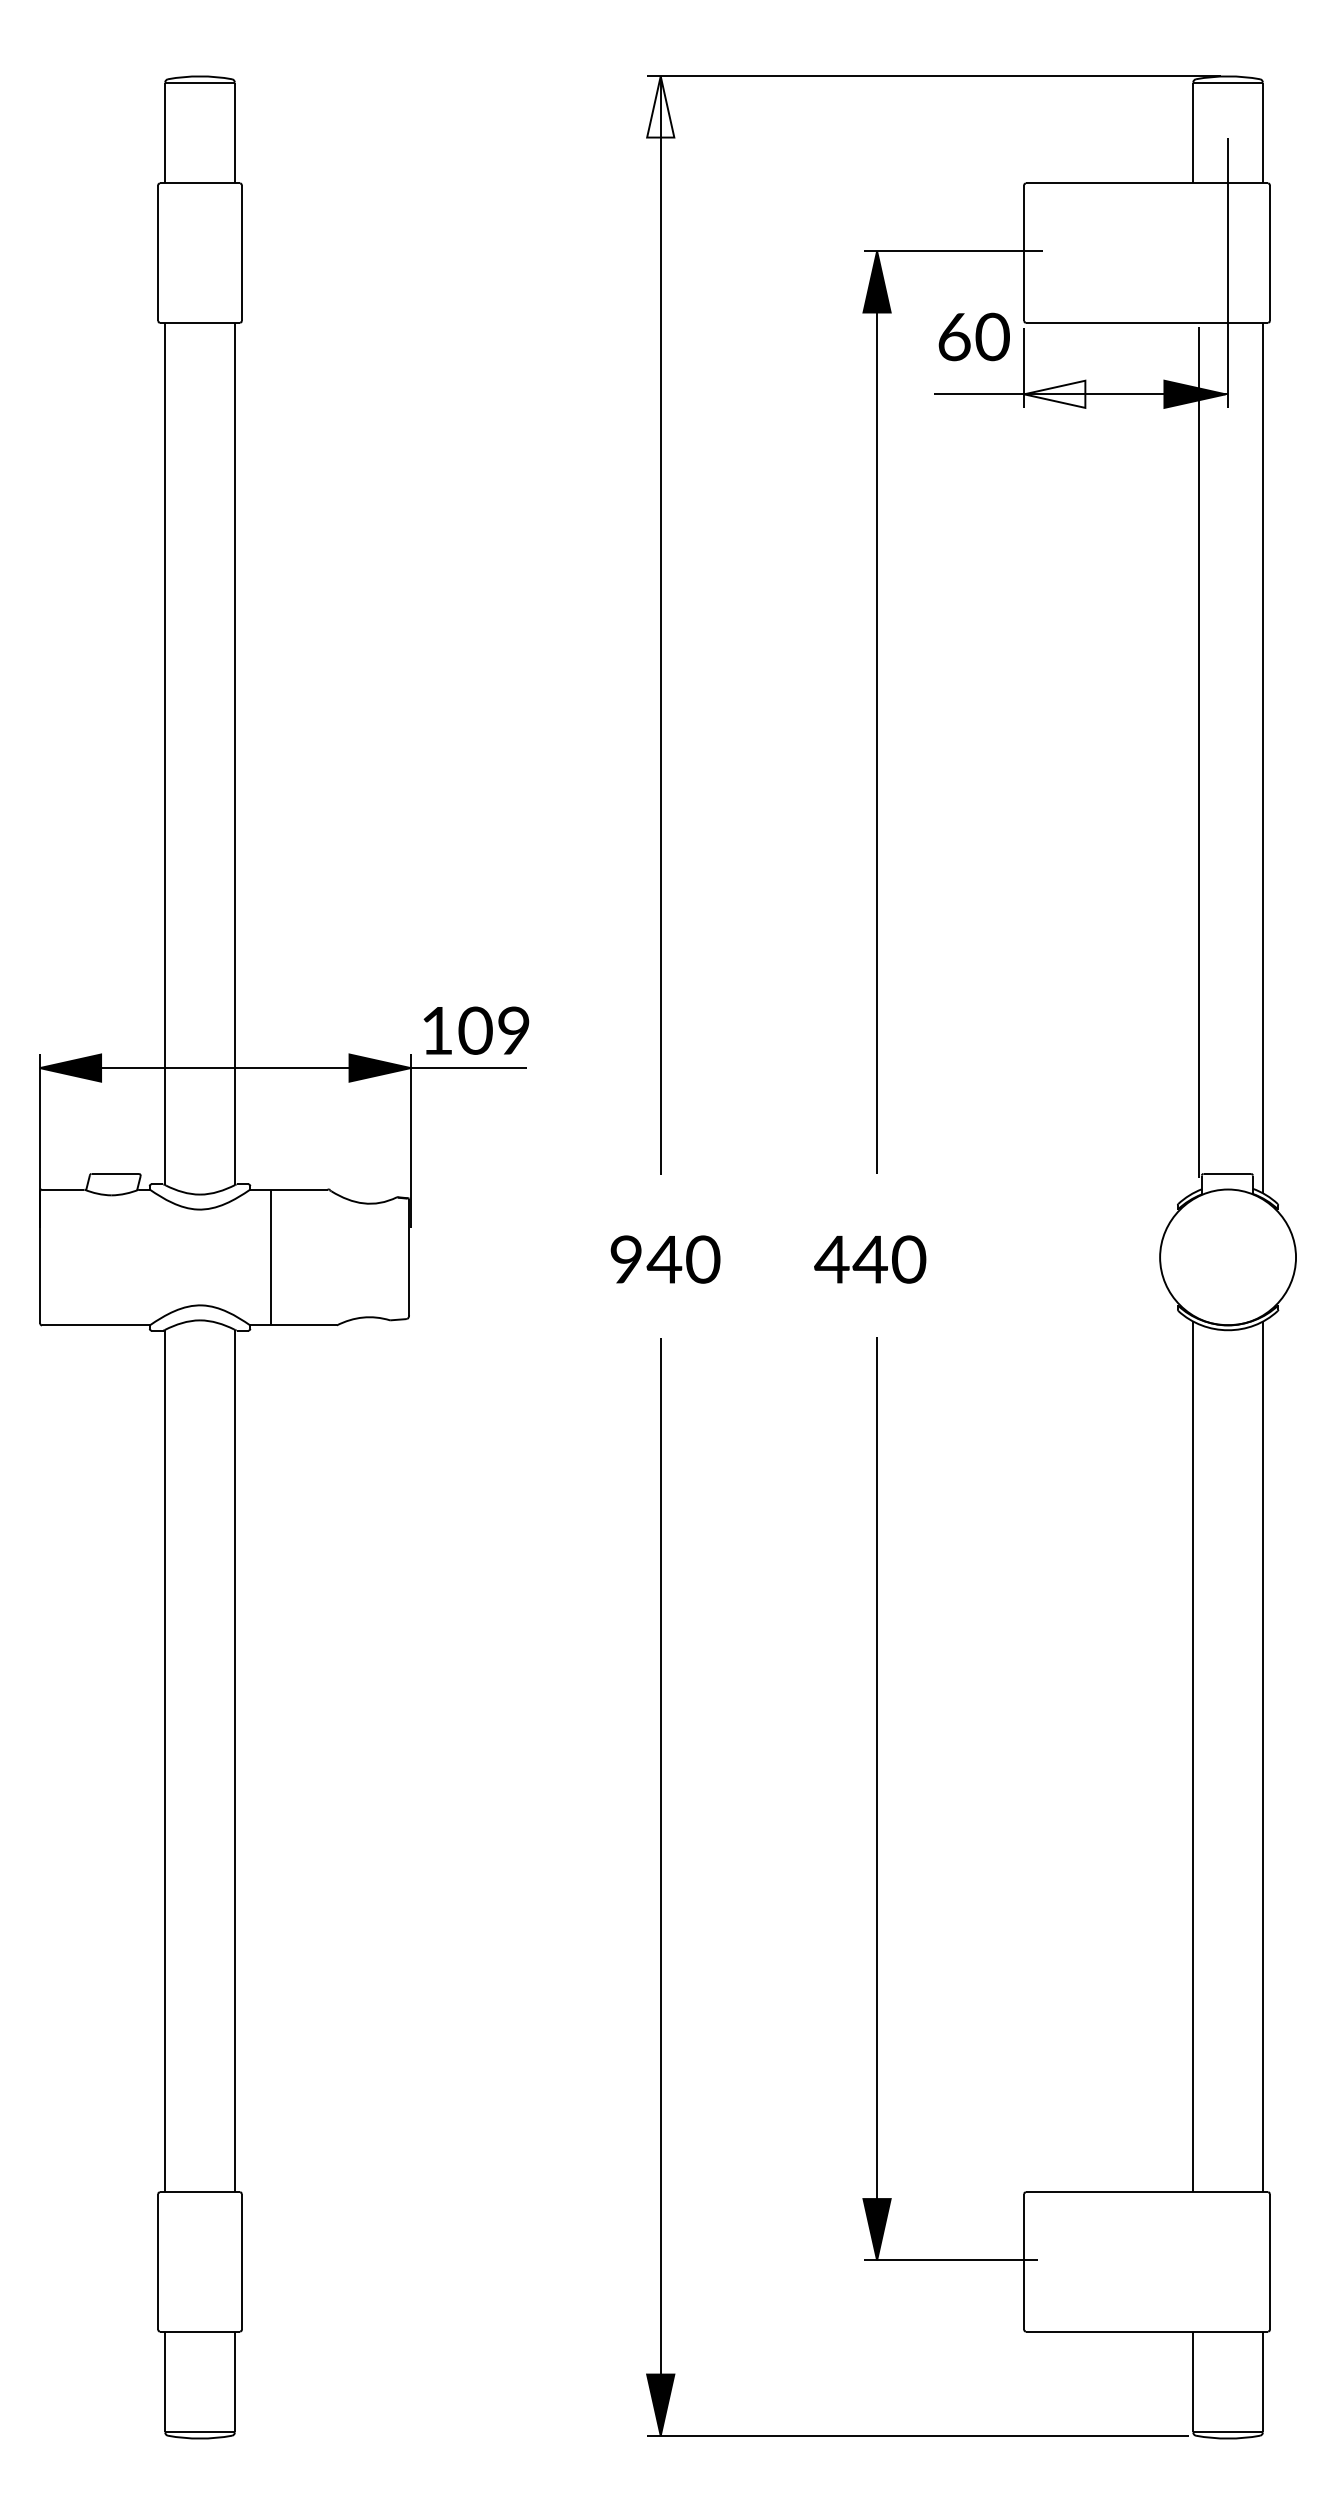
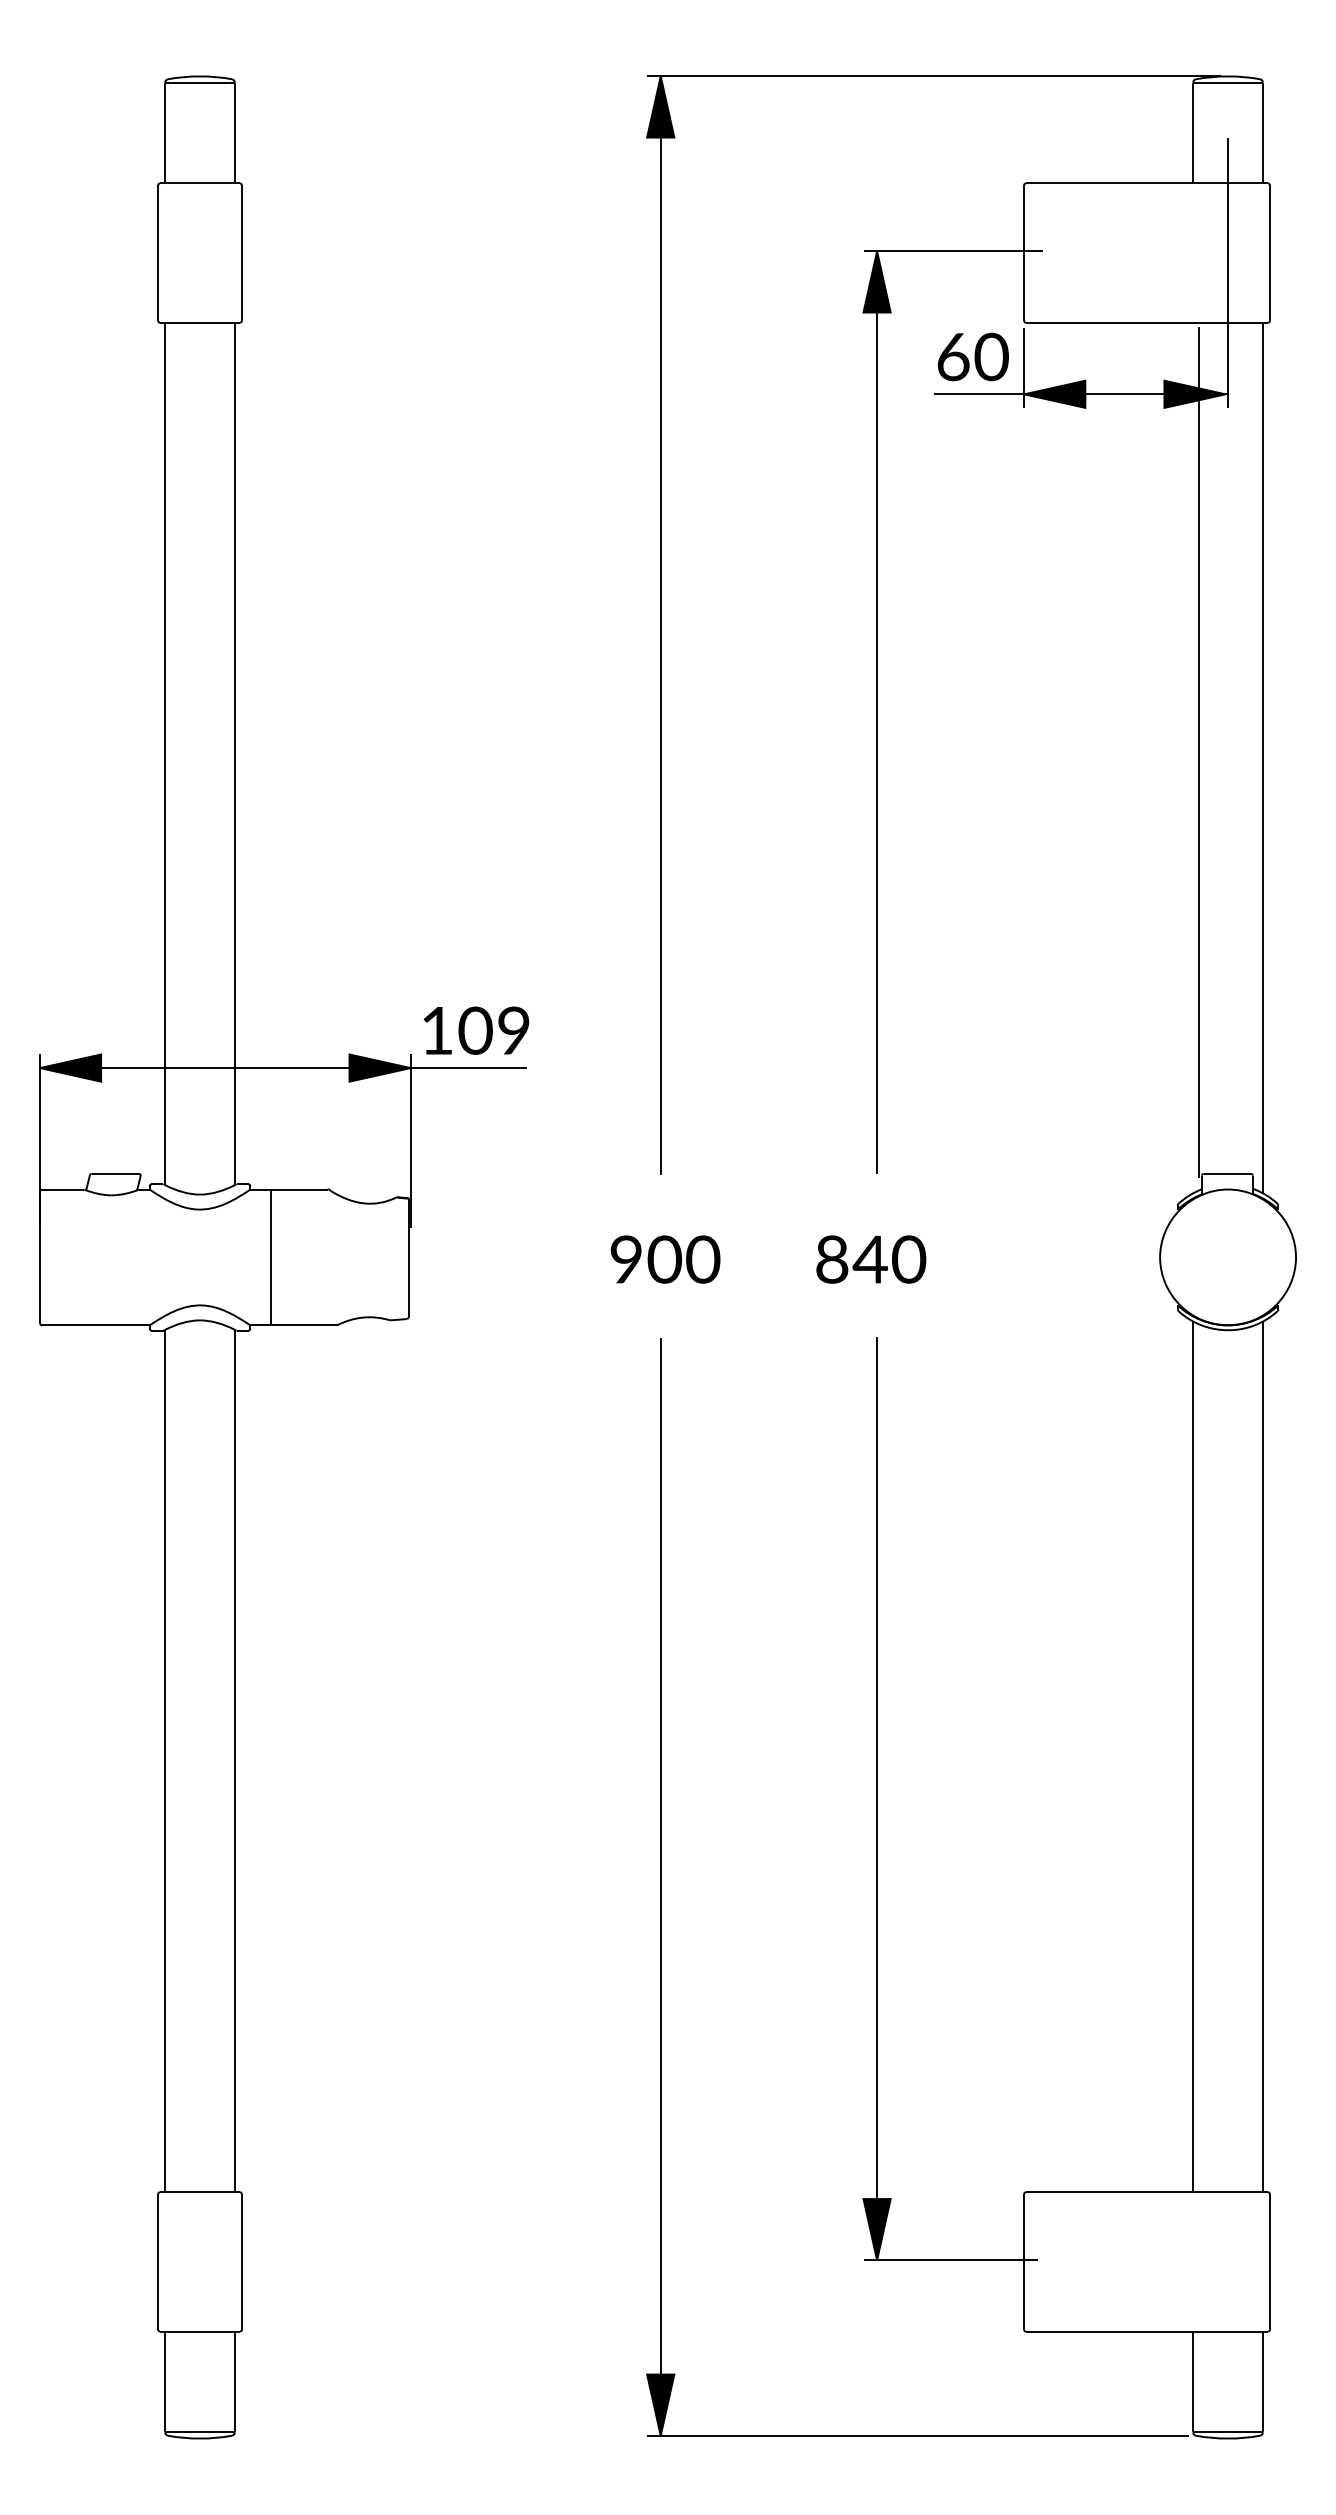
fill at (660, 106): none -> present
text at (973, 336) position: (973, 336) -> (972, 356)
fill at (1054, 393): none -> present
text at (664, 1259): 940 -> 900
text at (831, 1259): 440 -> 840
